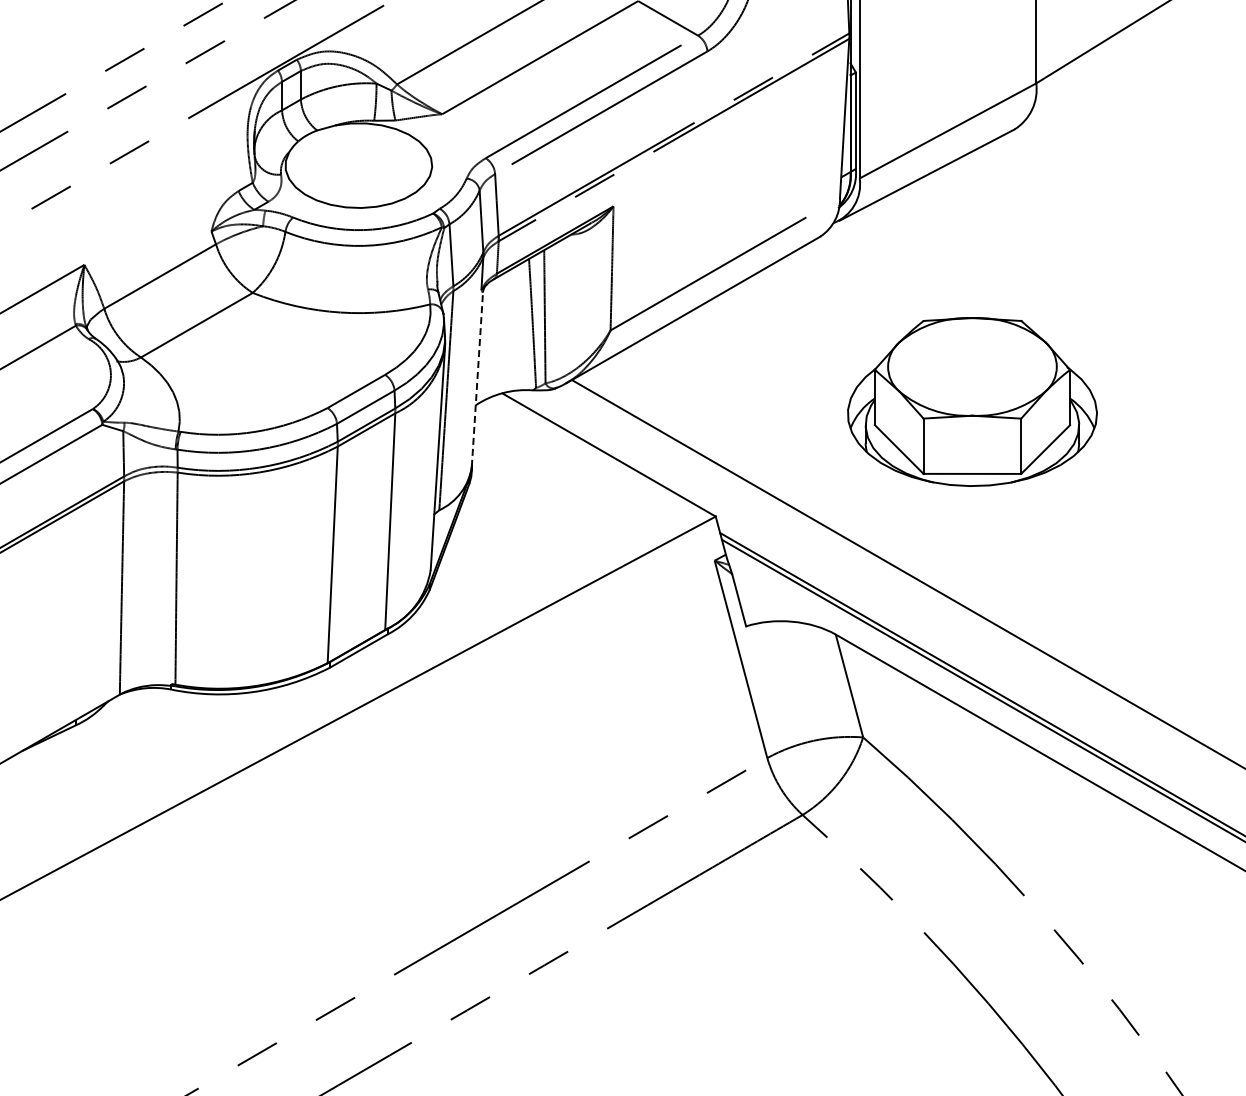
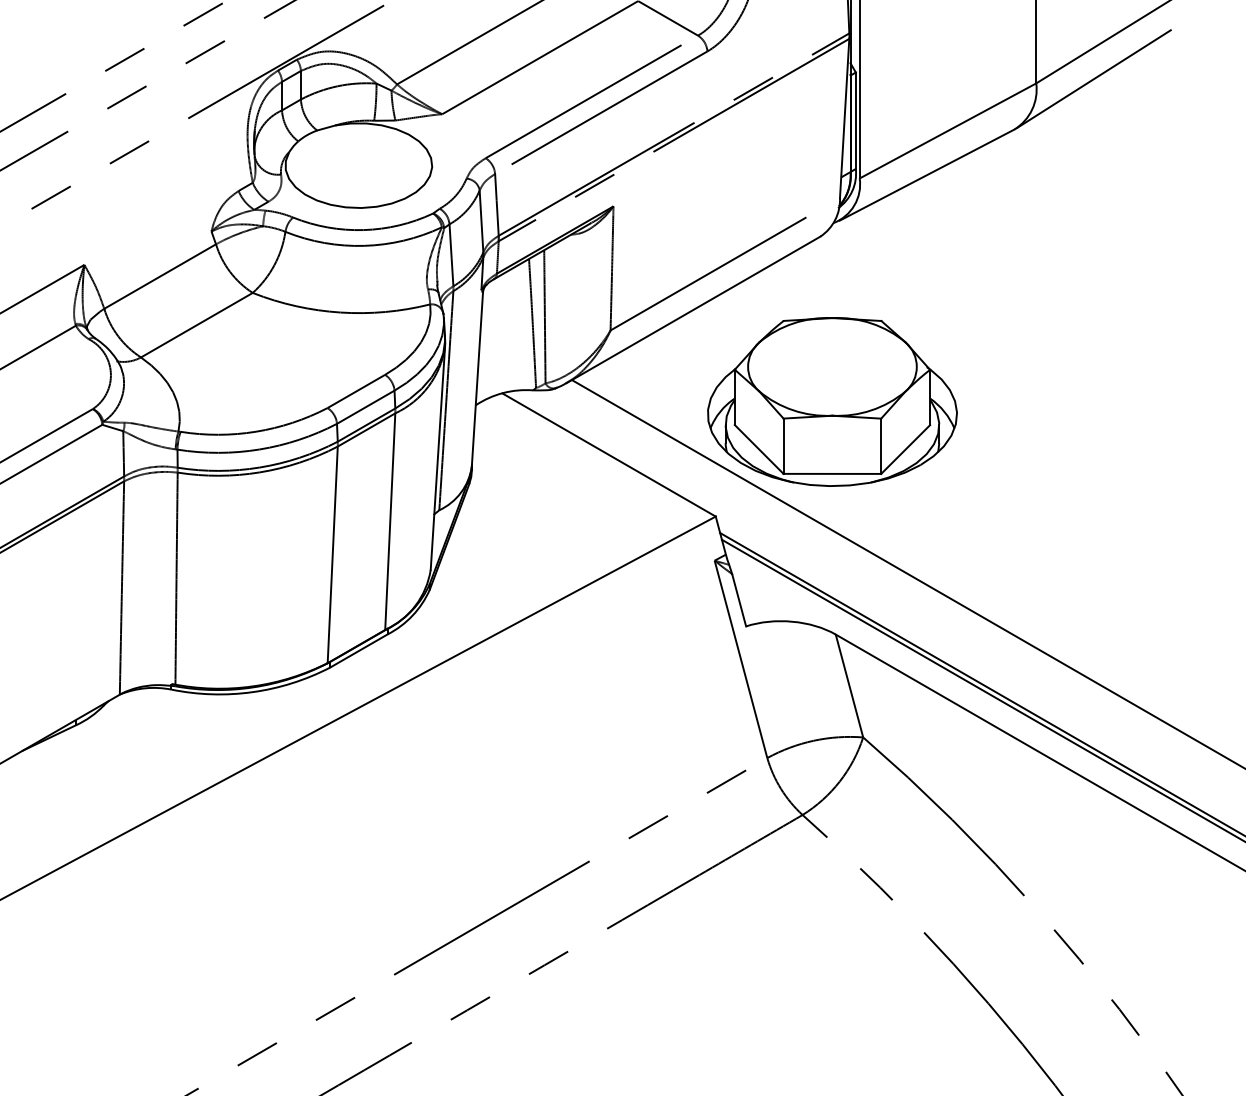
line at (1093, 79): none -> present
line at (477, 379): dashed -> solid
part at (972, 401) position: (972, 401) -> (832, 401)
